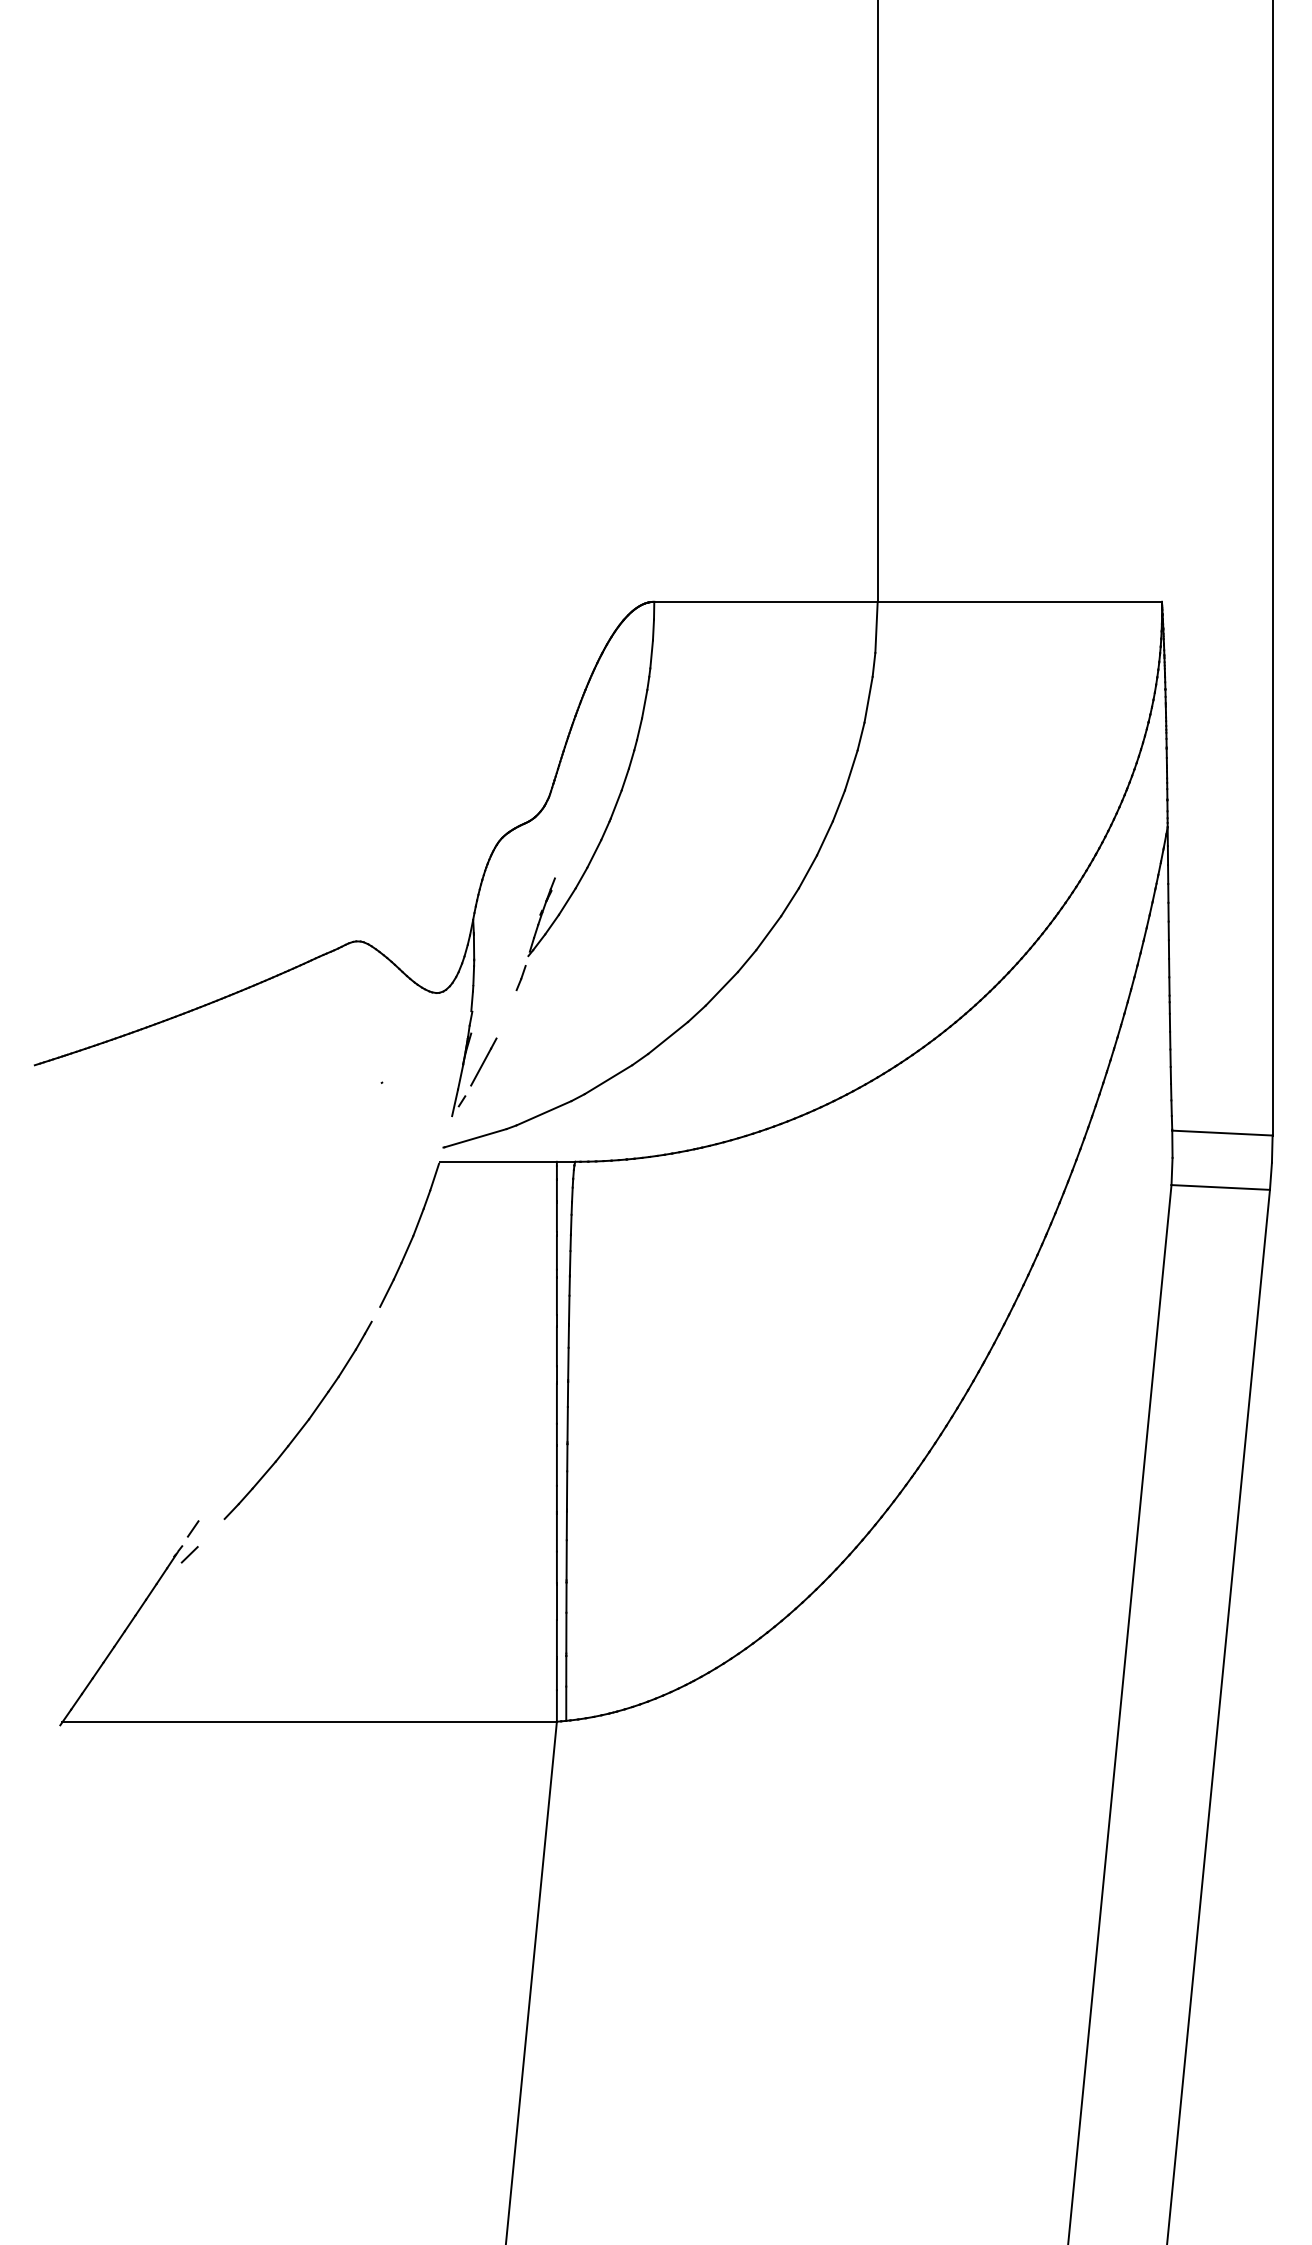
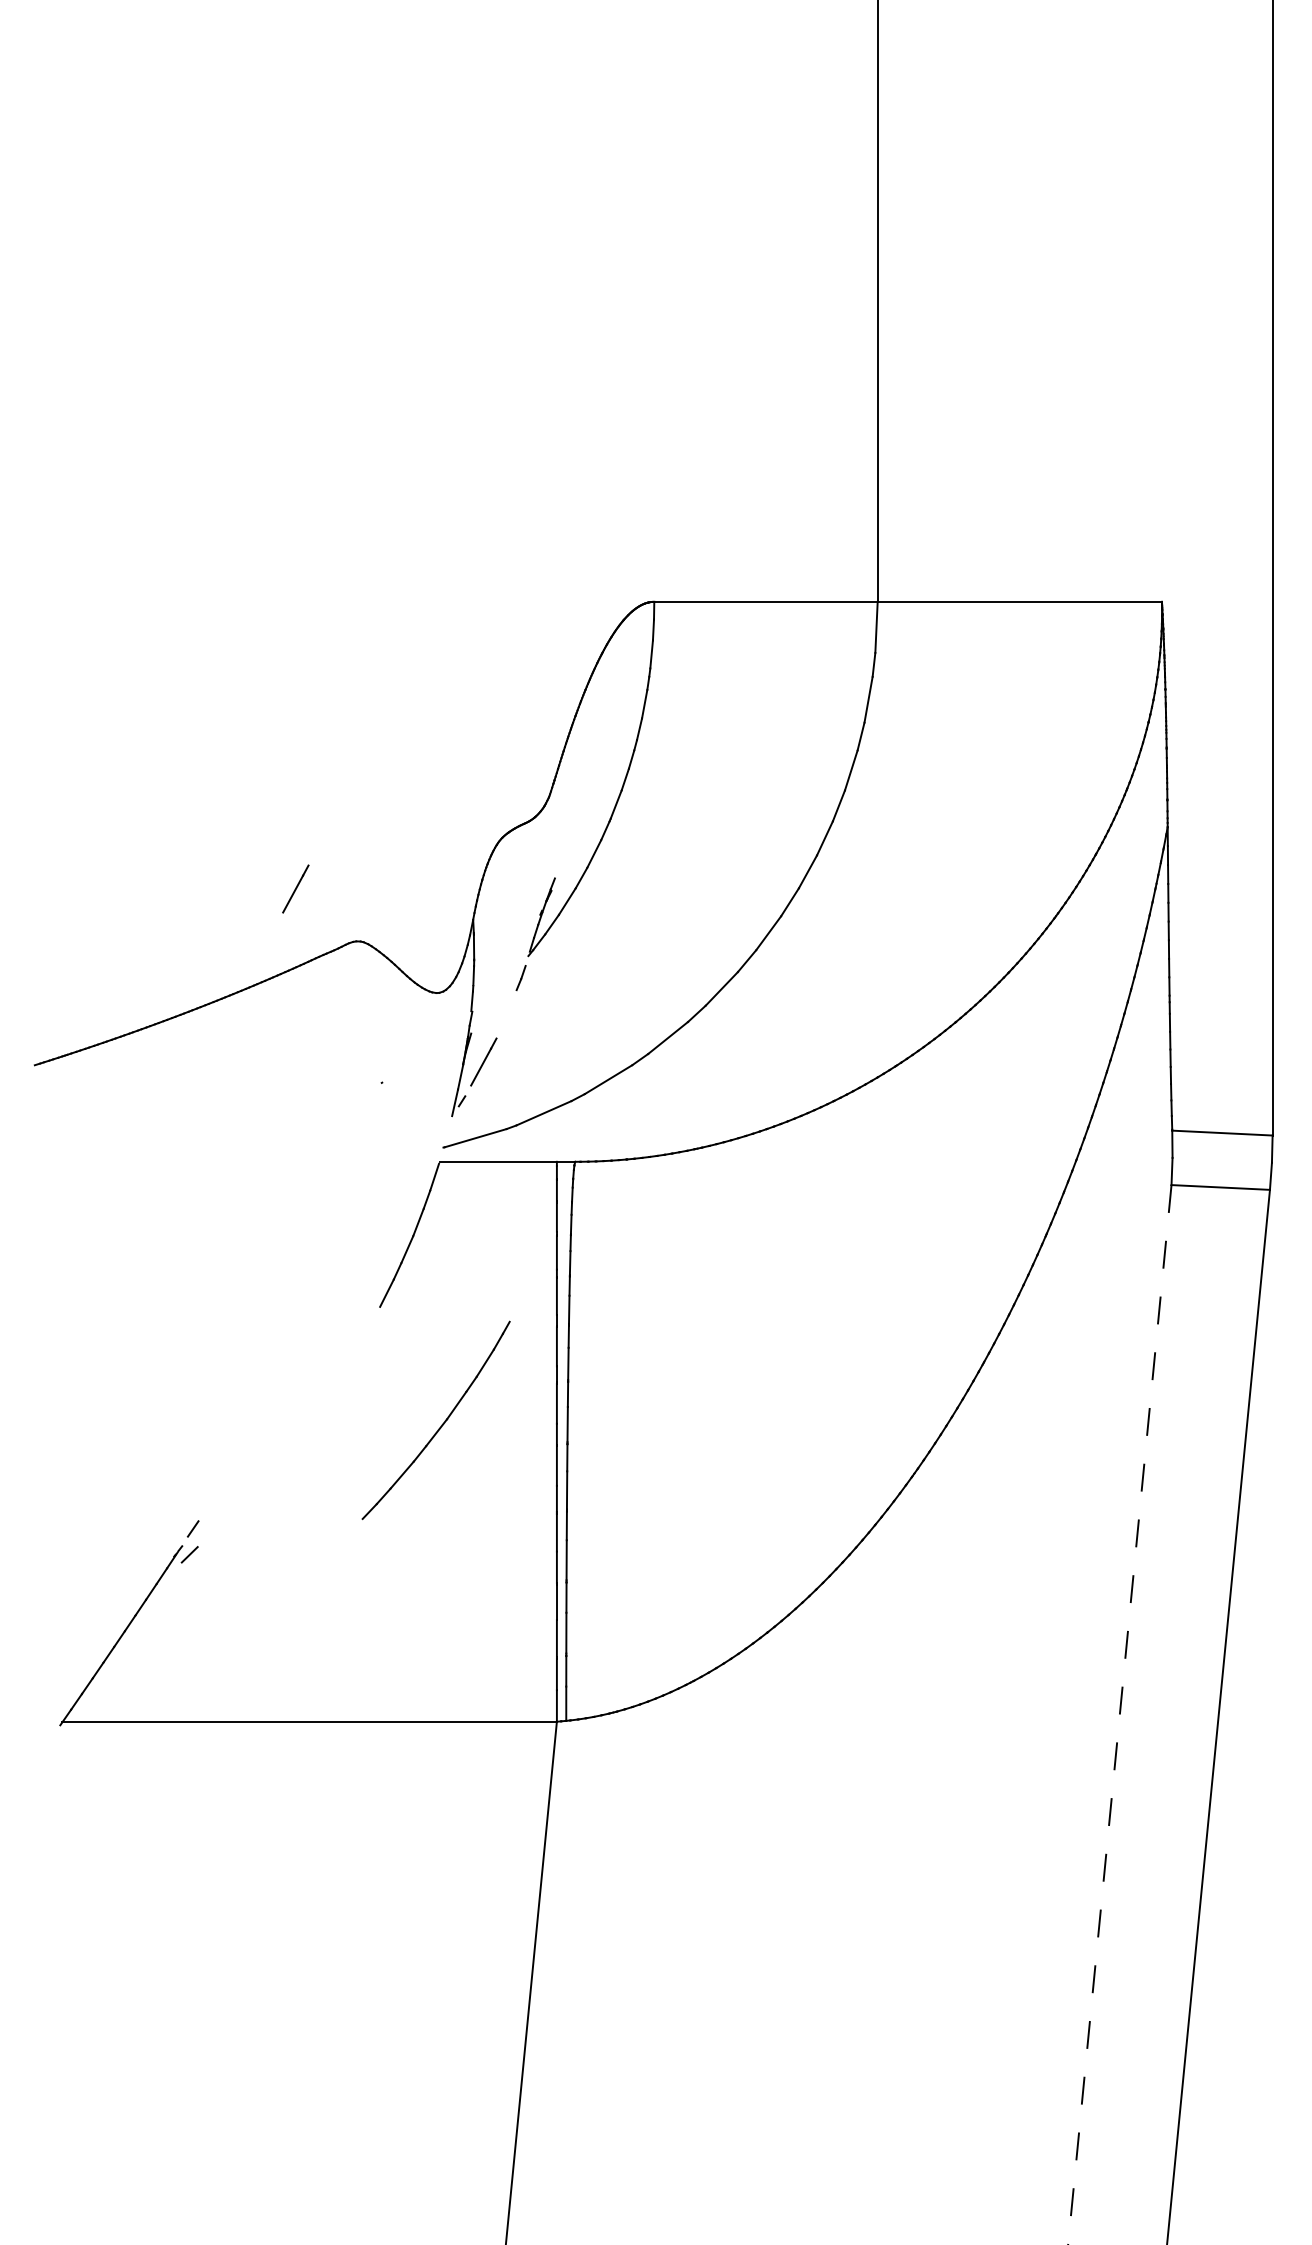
line at (295, 888): none -> present
part at (303, 1424) position: (303, 1424) -> (441, 1424)
line at (1119, 1715): solid -> dashed
